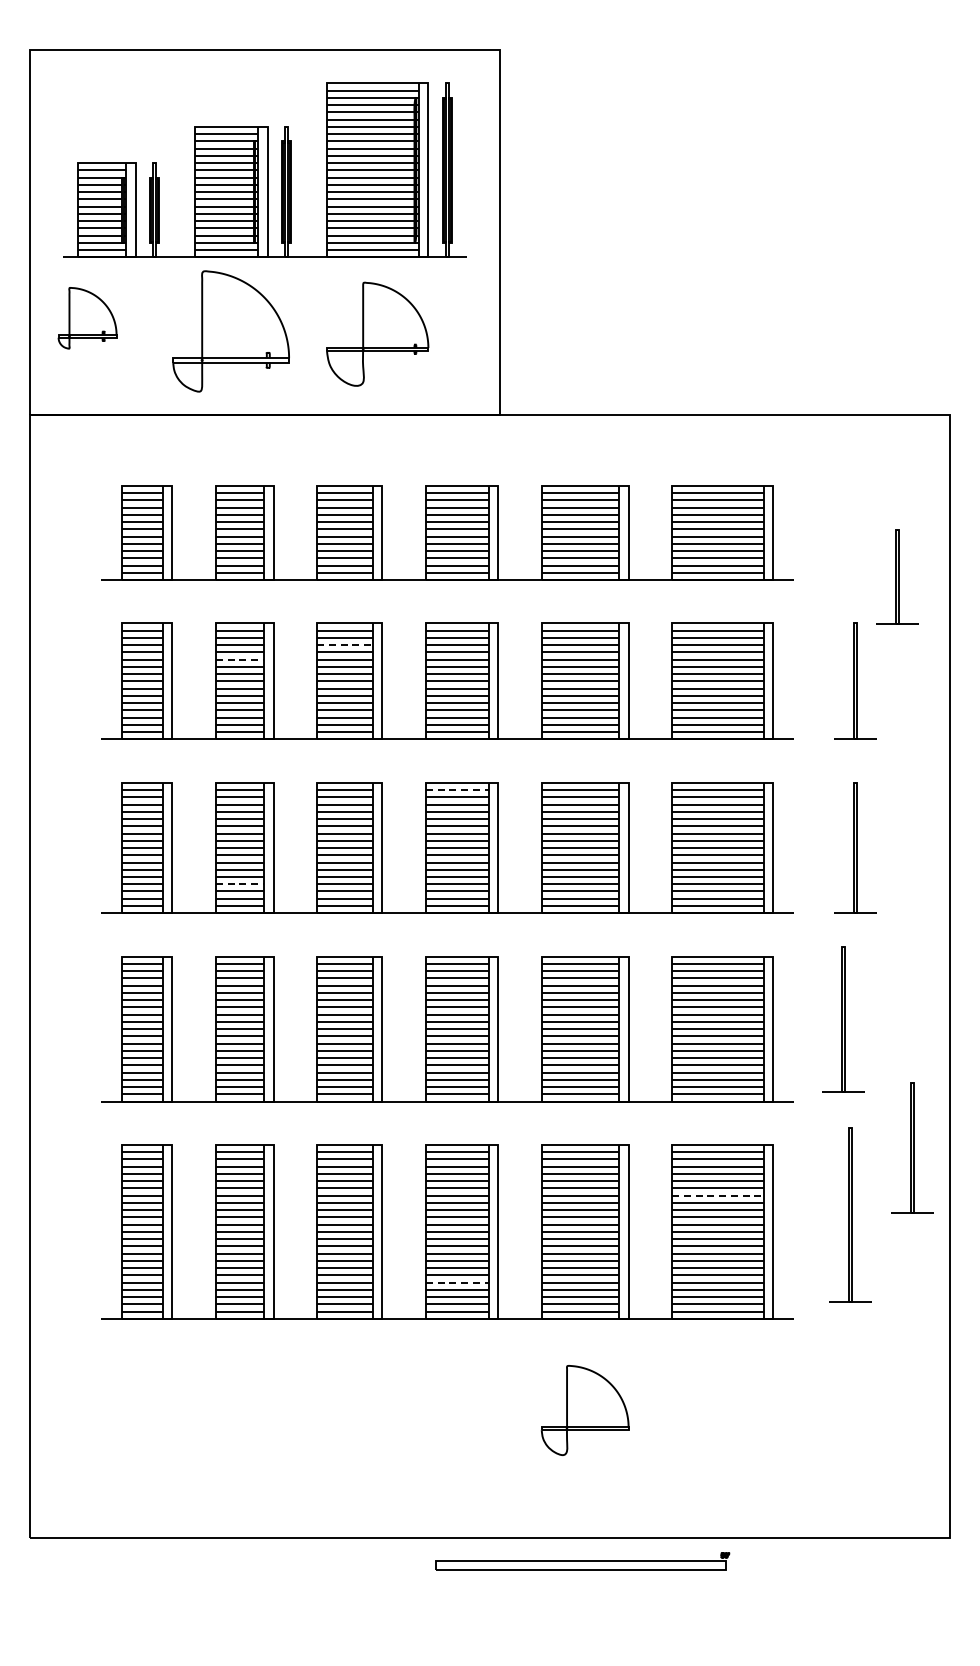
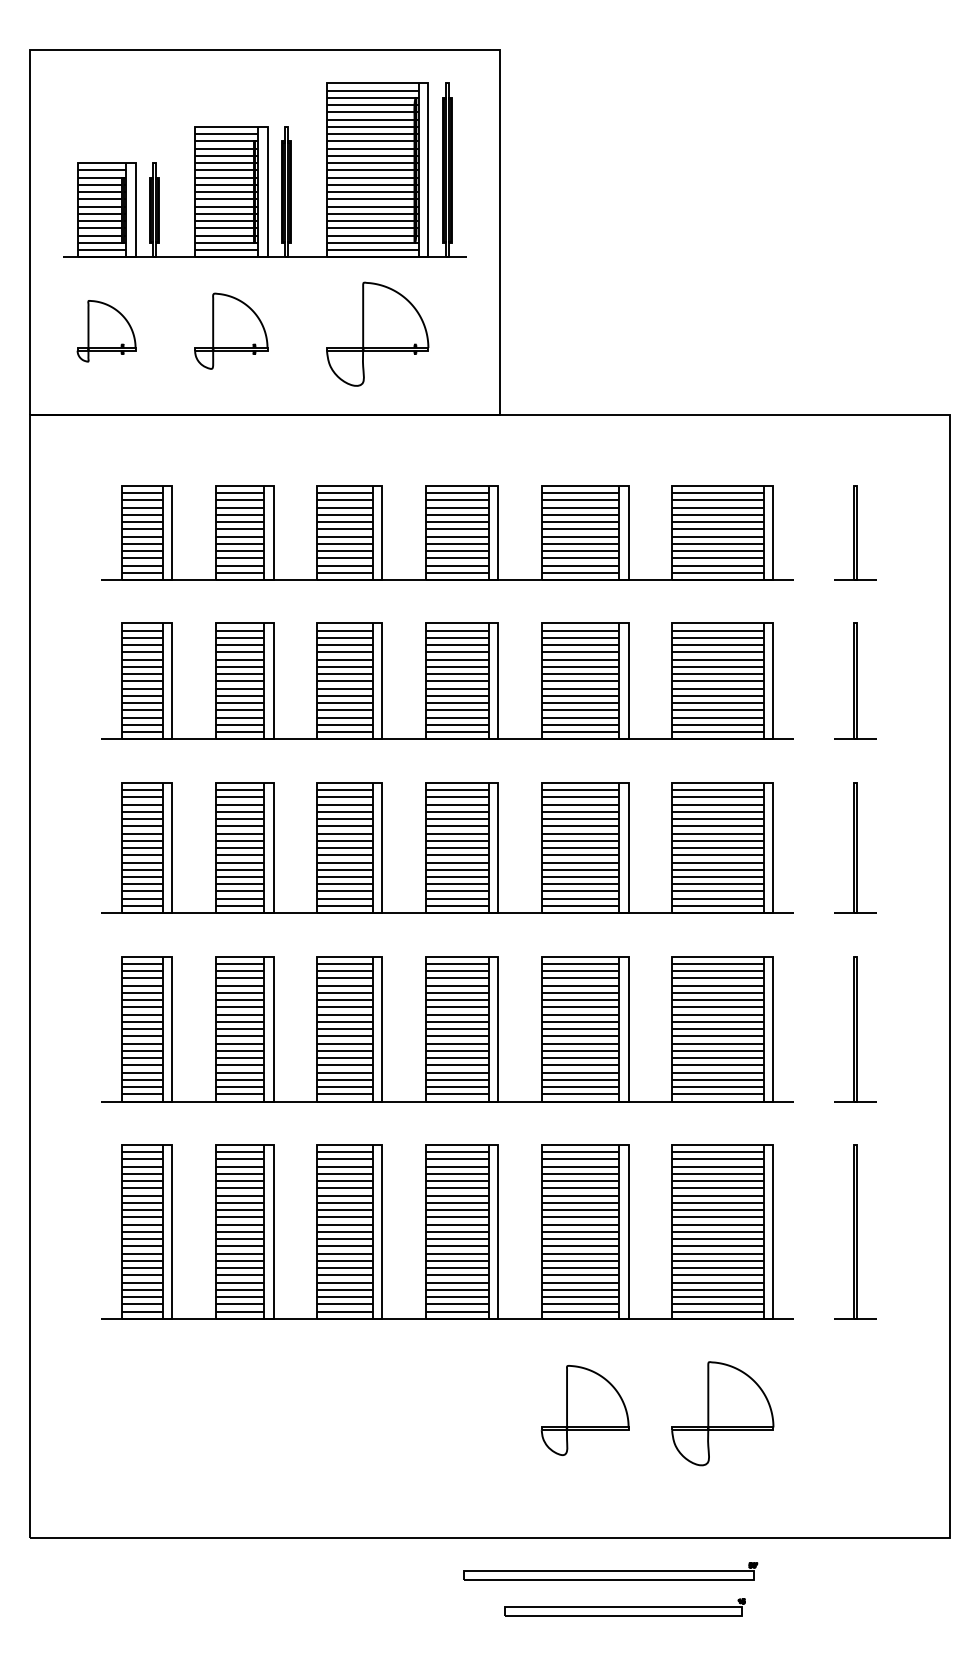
part at (87, 318) position: (87, 318) -> (106, 331)
part at (230, 331) size: 118x123 px -> 75x78 px
part at (897, 576) position: (897, 576) -> (855, 532)
line at (344, 645): dashed -> solid
line at (240, 659): dashed -> solid
line at (457, 790): dashed -> solid
line at (240, 884): dashed -> solid
part at (843, 1019) position: (843, 1019) -> (855, 1029)
part at (912, 1147): present -> none
line at (717, 1195): dashed -> solid
part at (850, 1214) position: (850, 1214) -> (855, 1231)
line at (457, 1282): dashed -> solid
part at (722, 1413): none -> present
part at (582, 1561) position: (582, 1561) -> (610, 1571)
part at (624, 1607): none -> present
